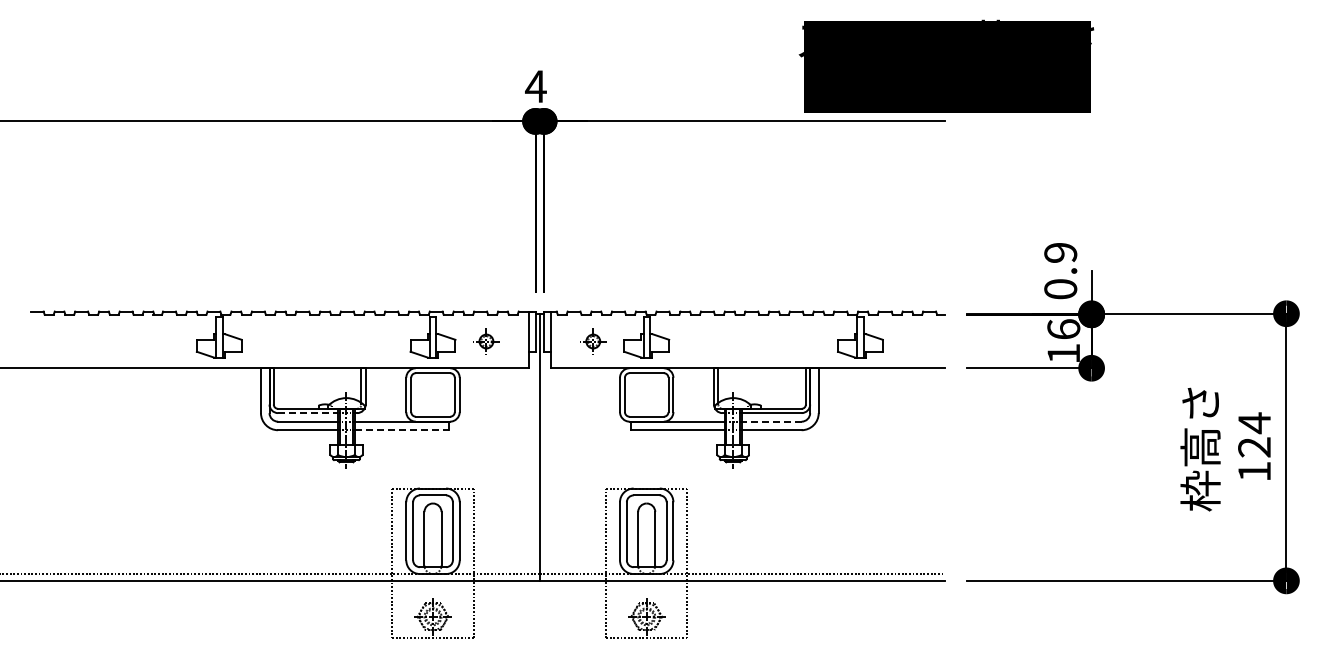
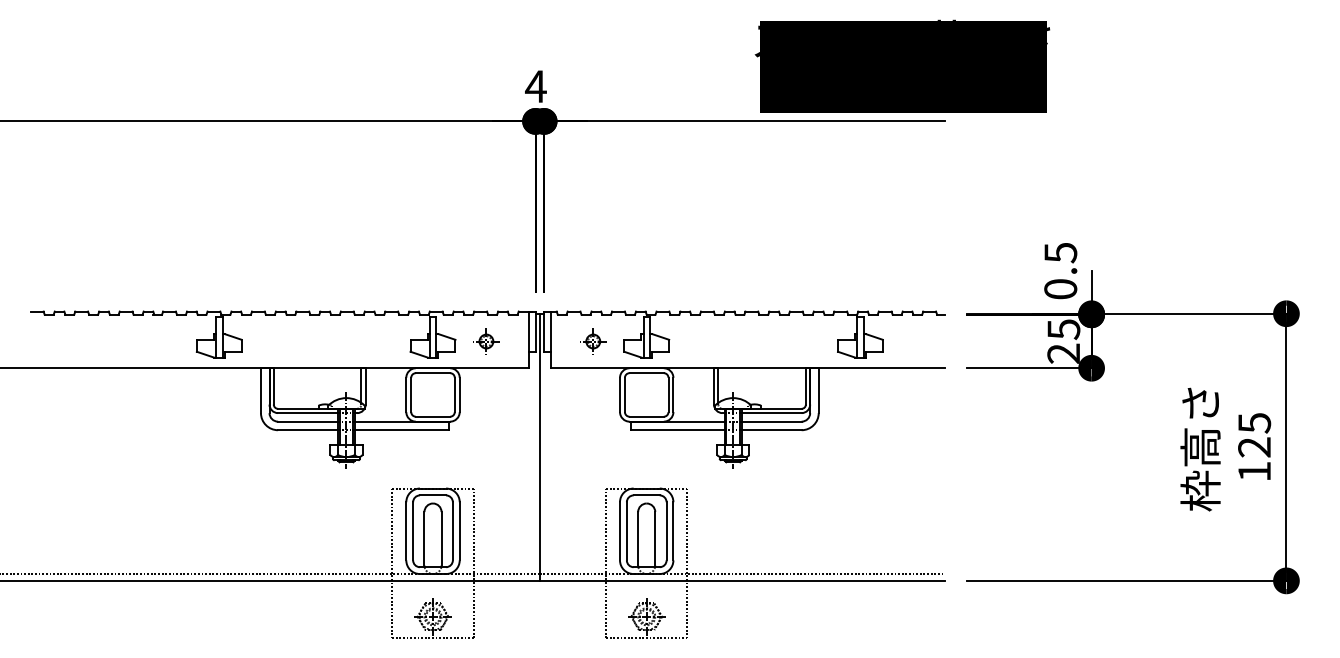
text at (946, 65) position: (946, 65) -> (902, 65)
text at (1060, 253): 0.9 -> 0.5
text at (1063, 341): 16 -> 25
line at (308, 413): dashed -> solid
line at (771, 421): dashed -> solid
text at (1254, 423): 124 -> 125
line at (402, 430): dashed -> solid
